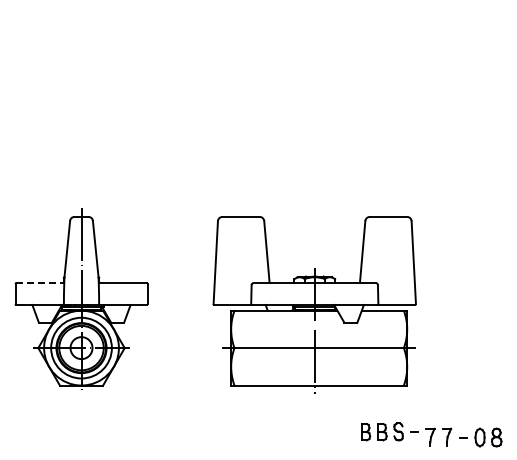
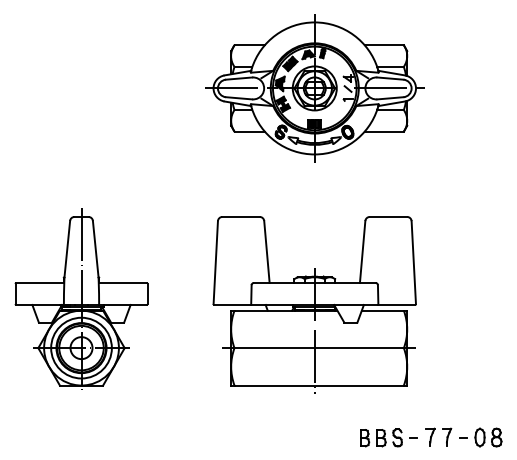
part at (314, 88): none -> present
line at (40, 282): dashed -> solid
part at (389, 431) position: (389, 431) -> (388, 437)
